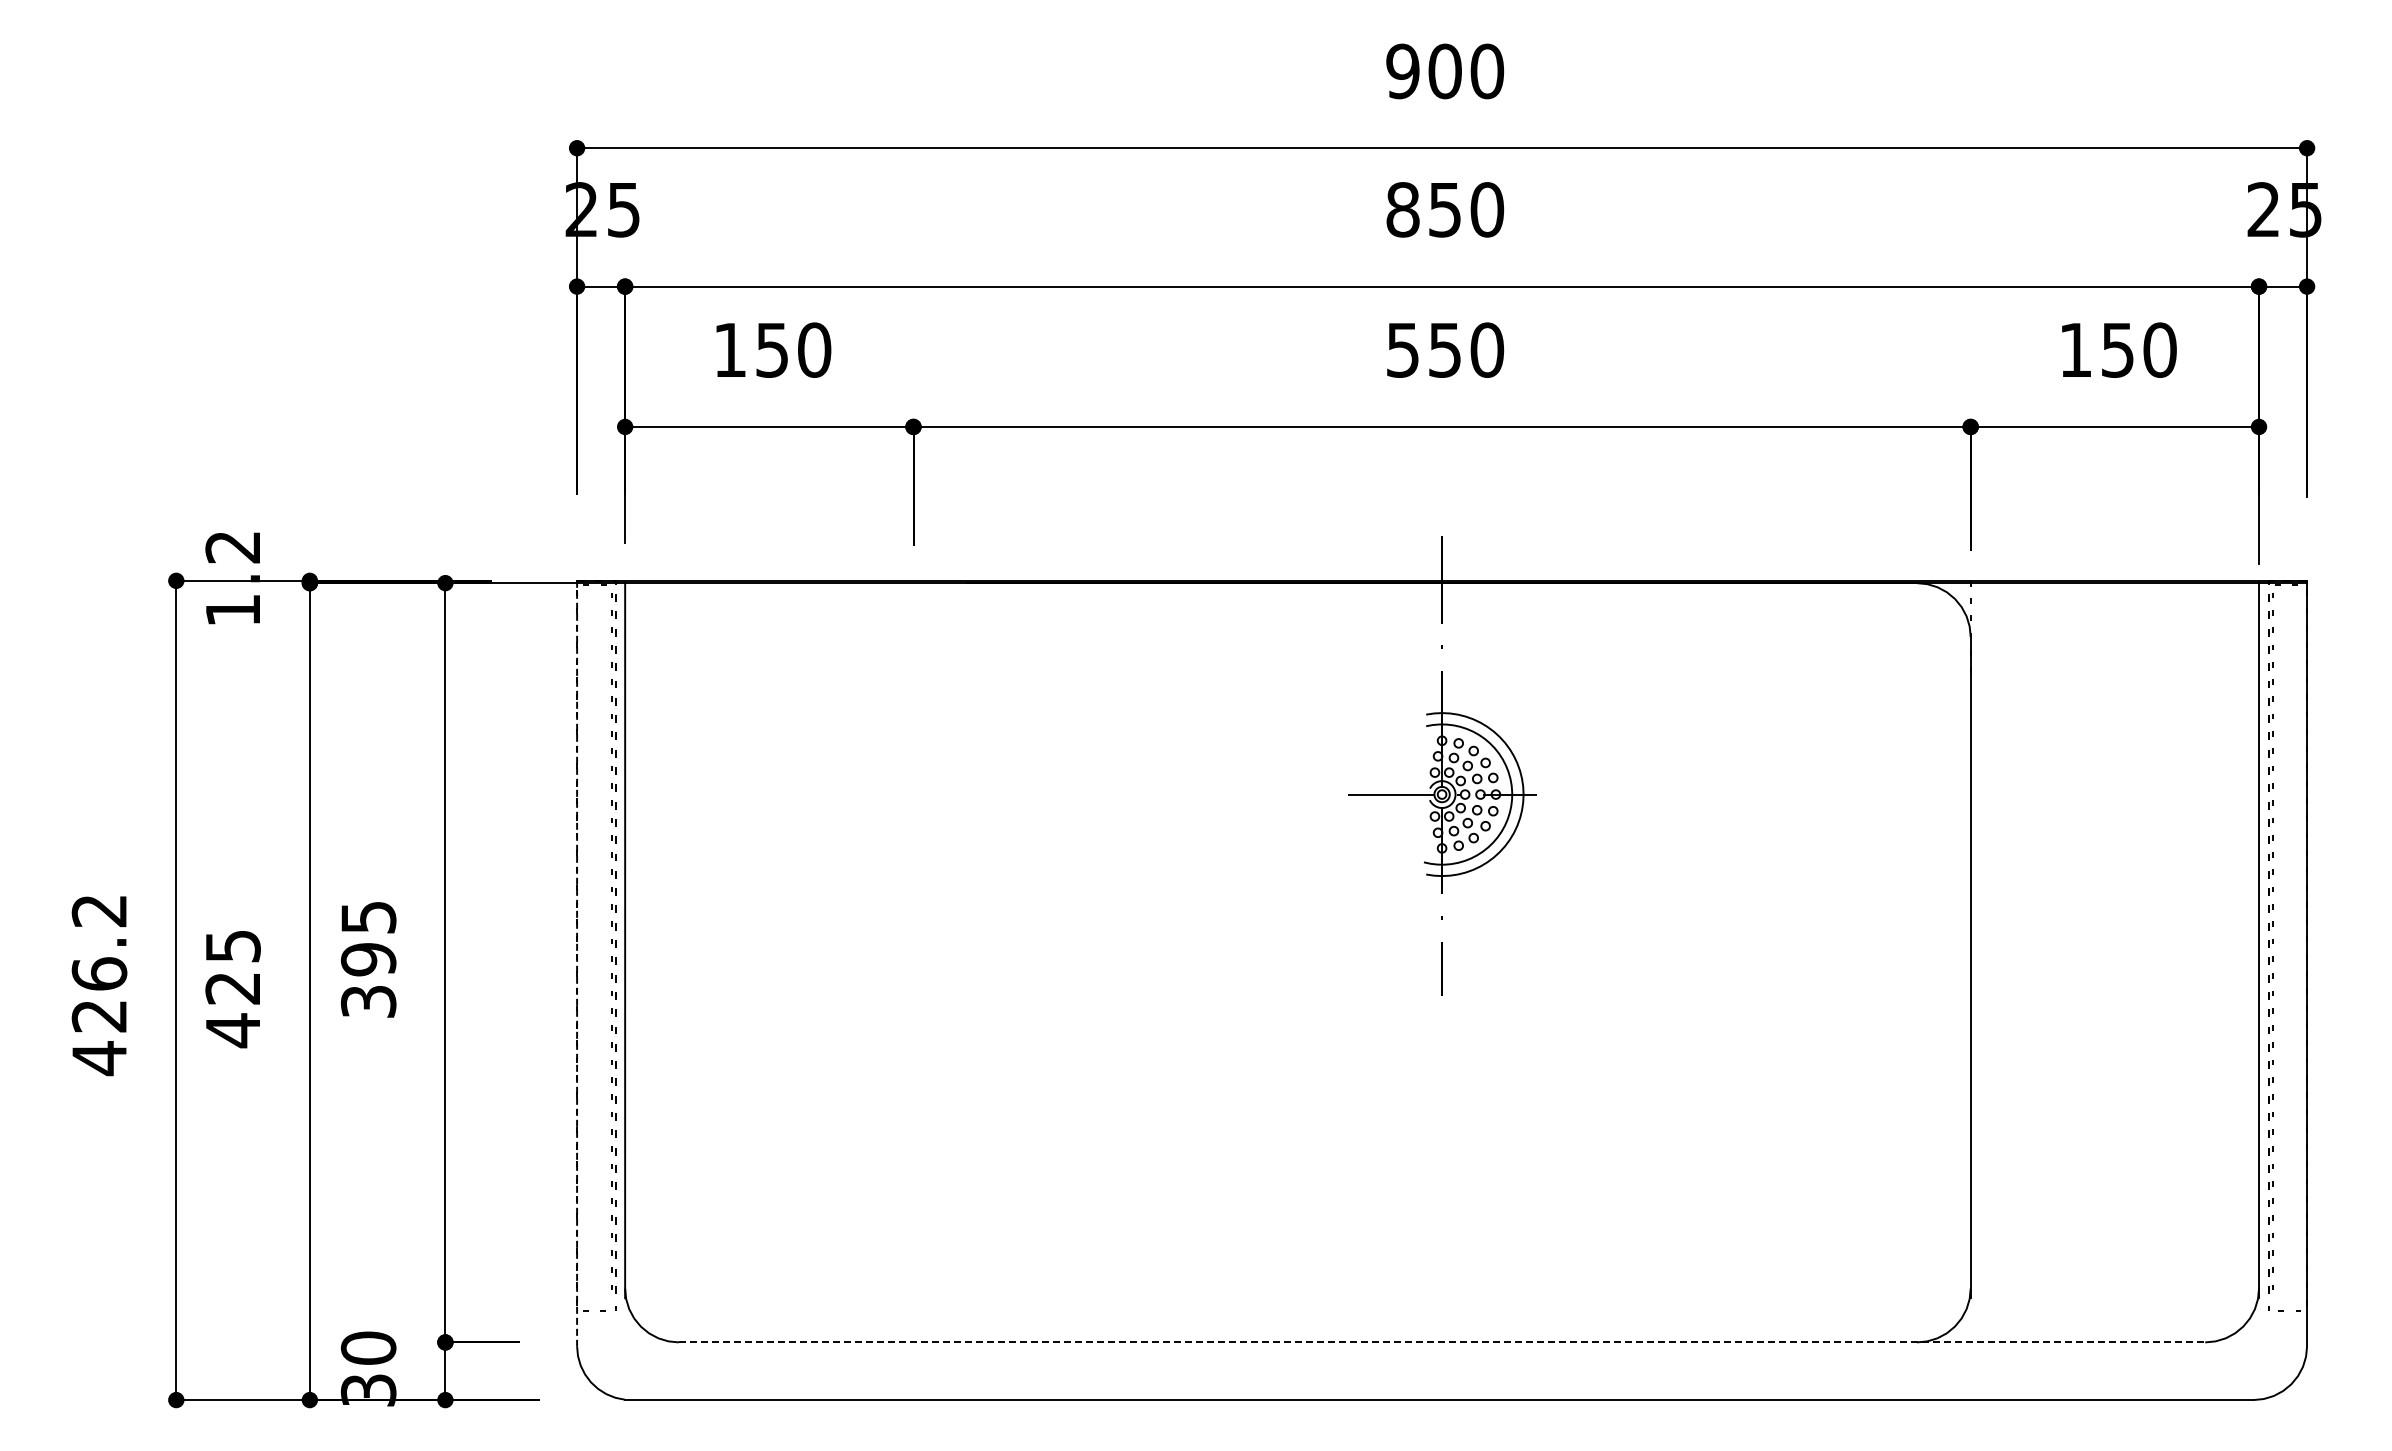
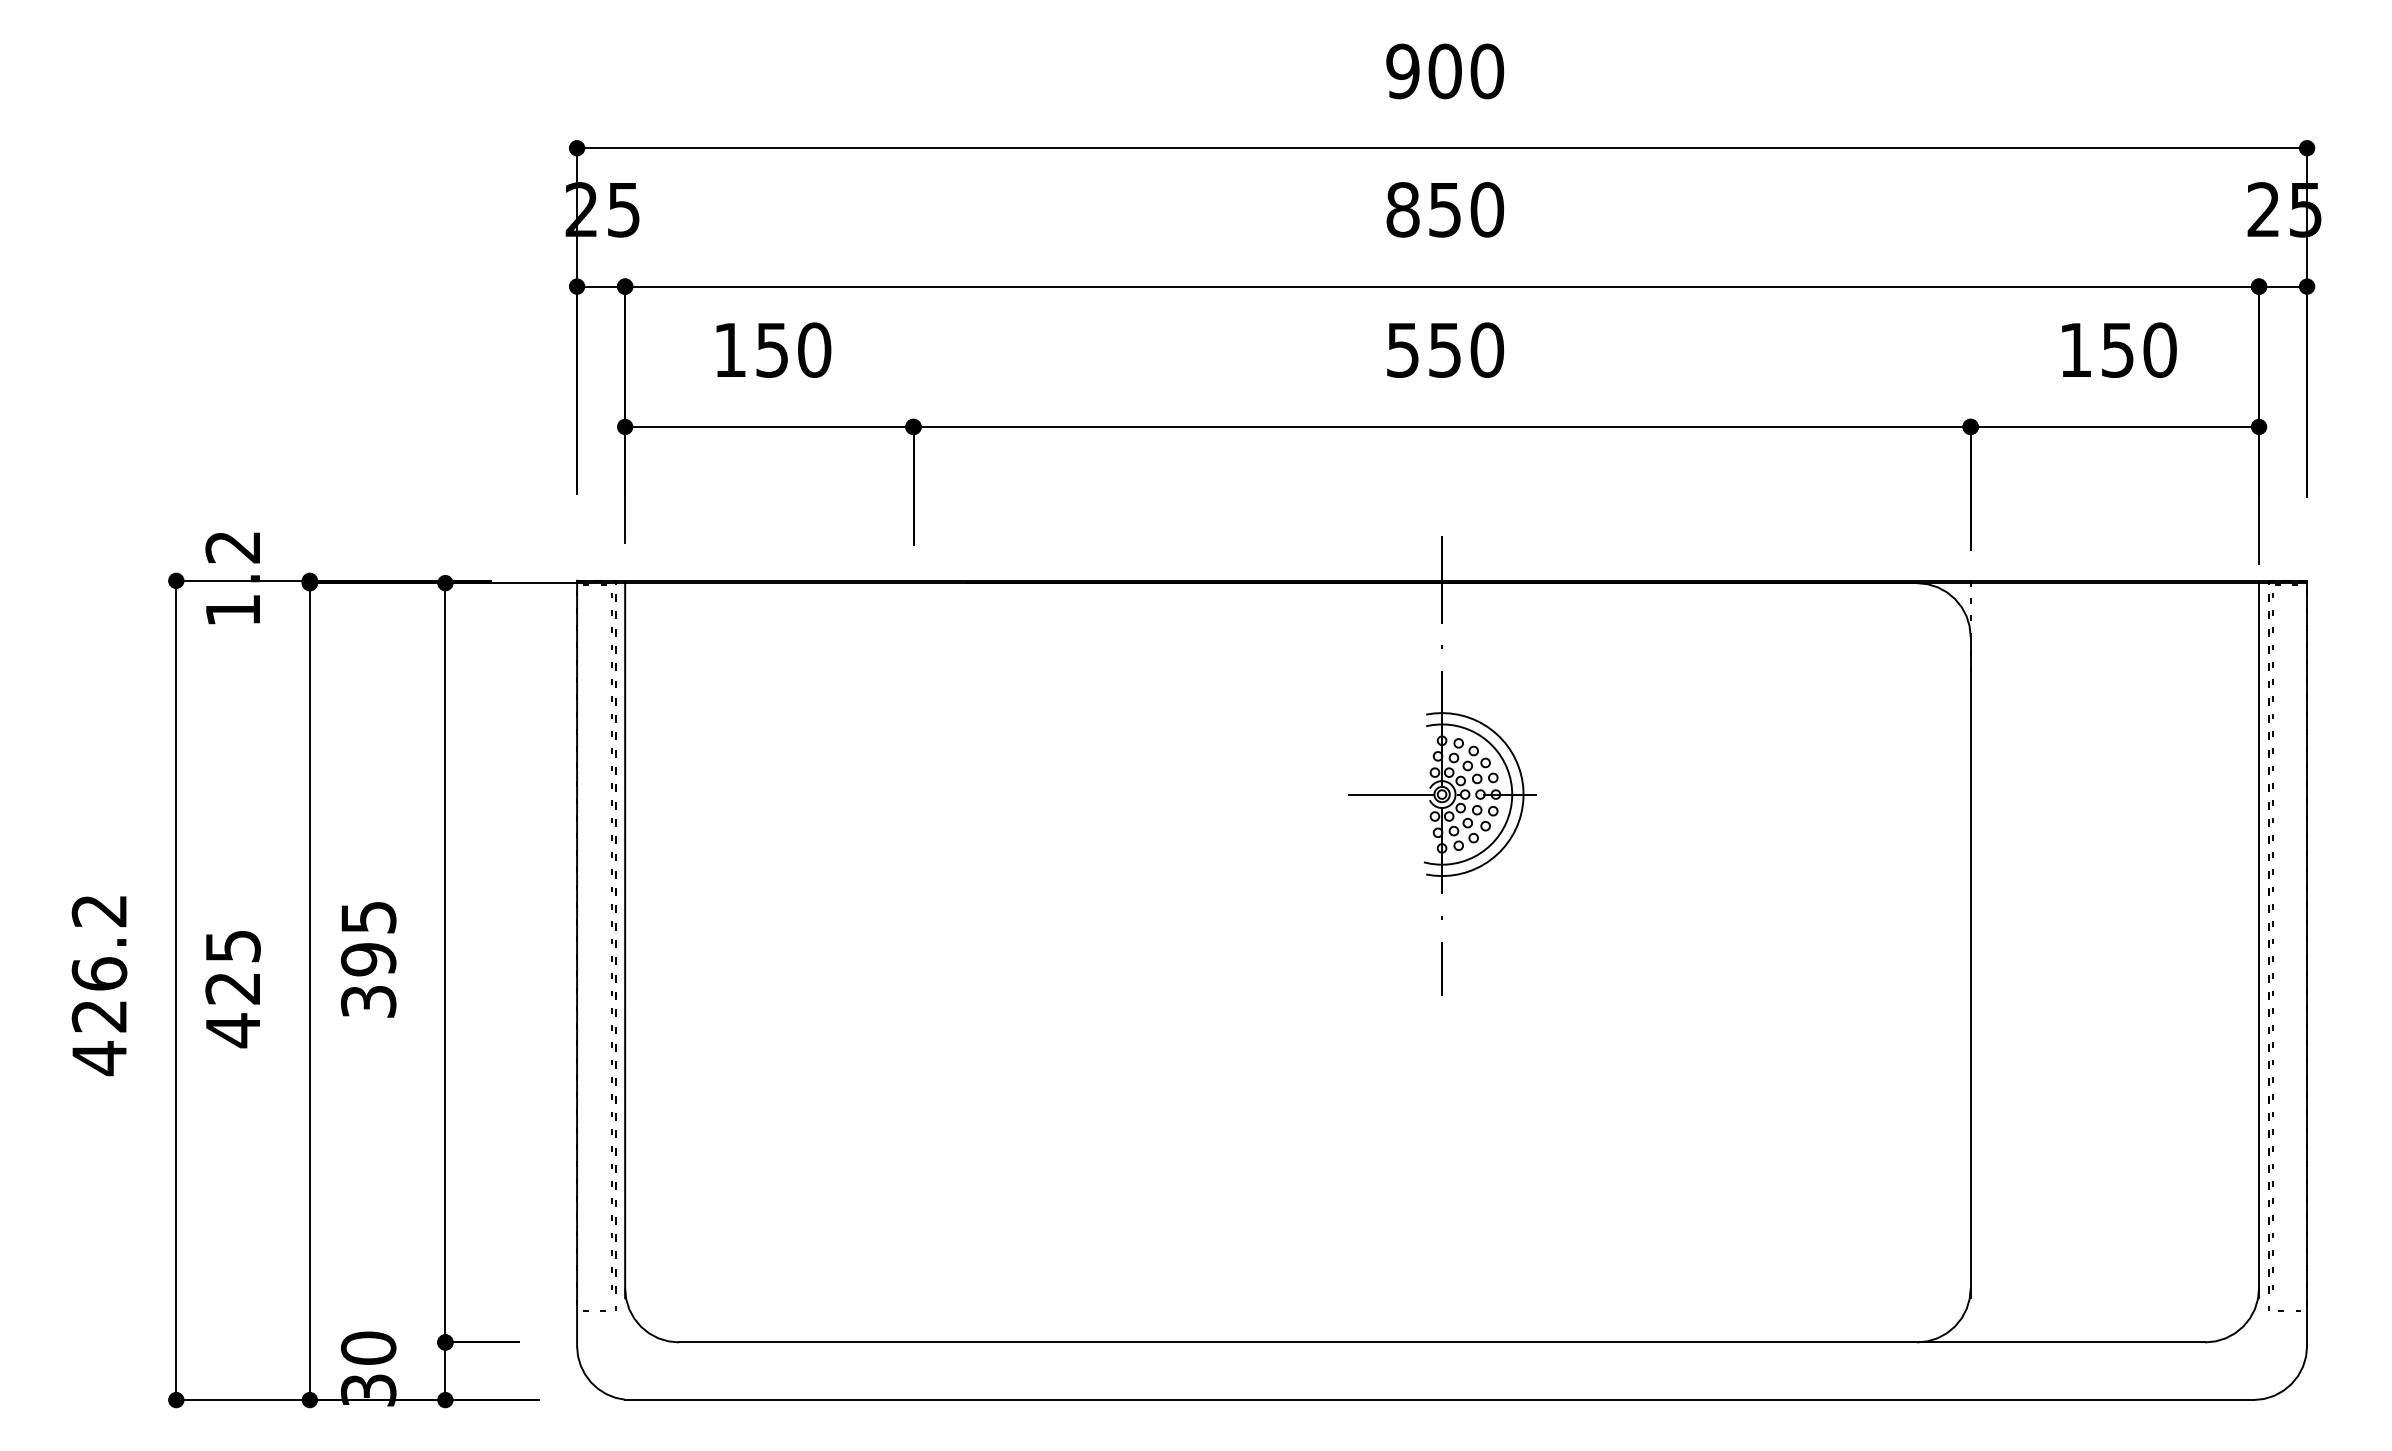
line at (577, 963): dashed -> solid
line at (1442, 1342): dashed -> solid
